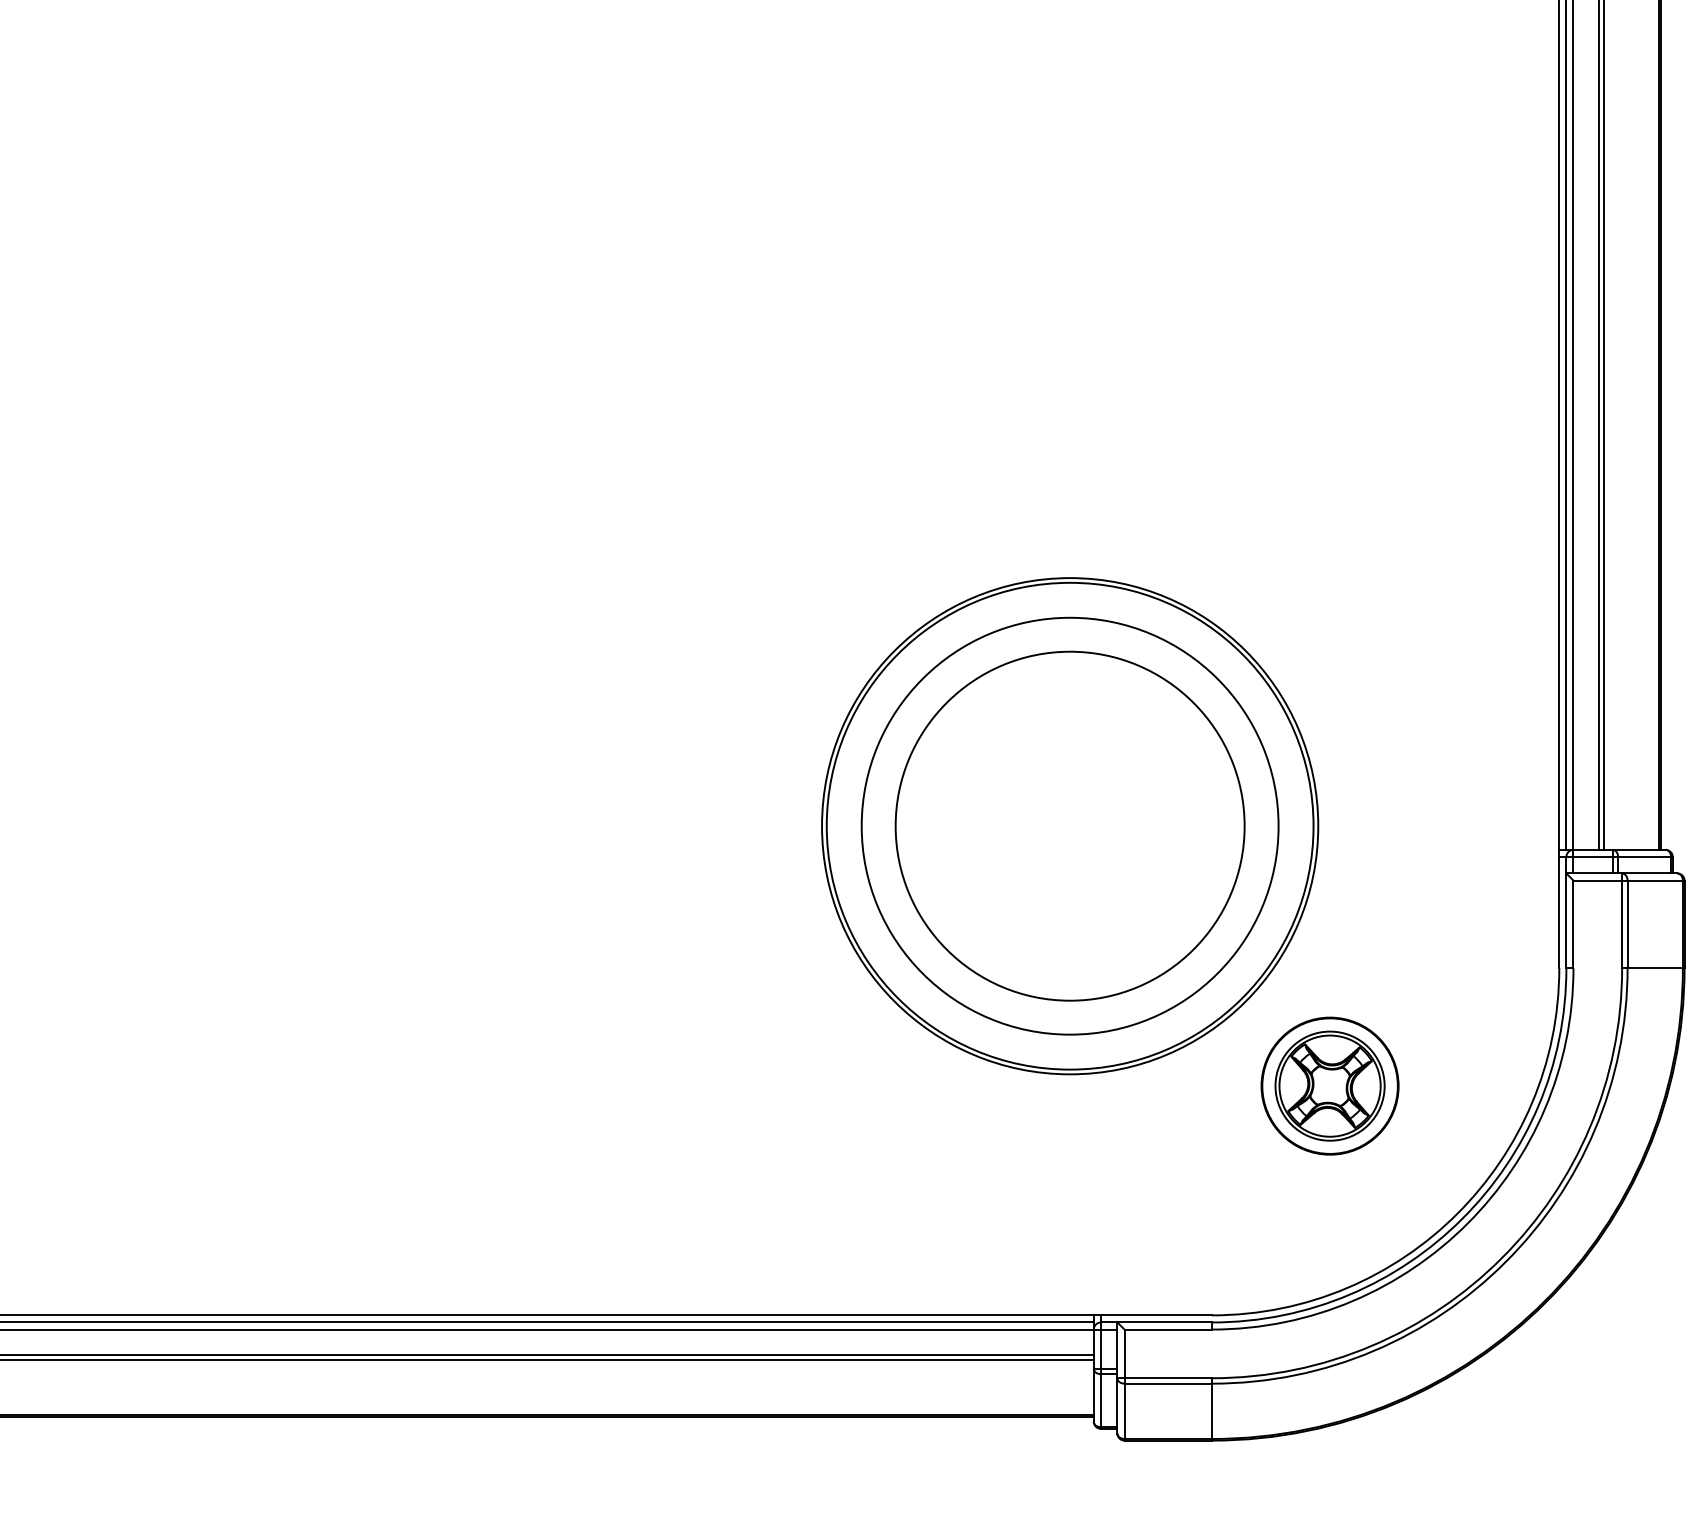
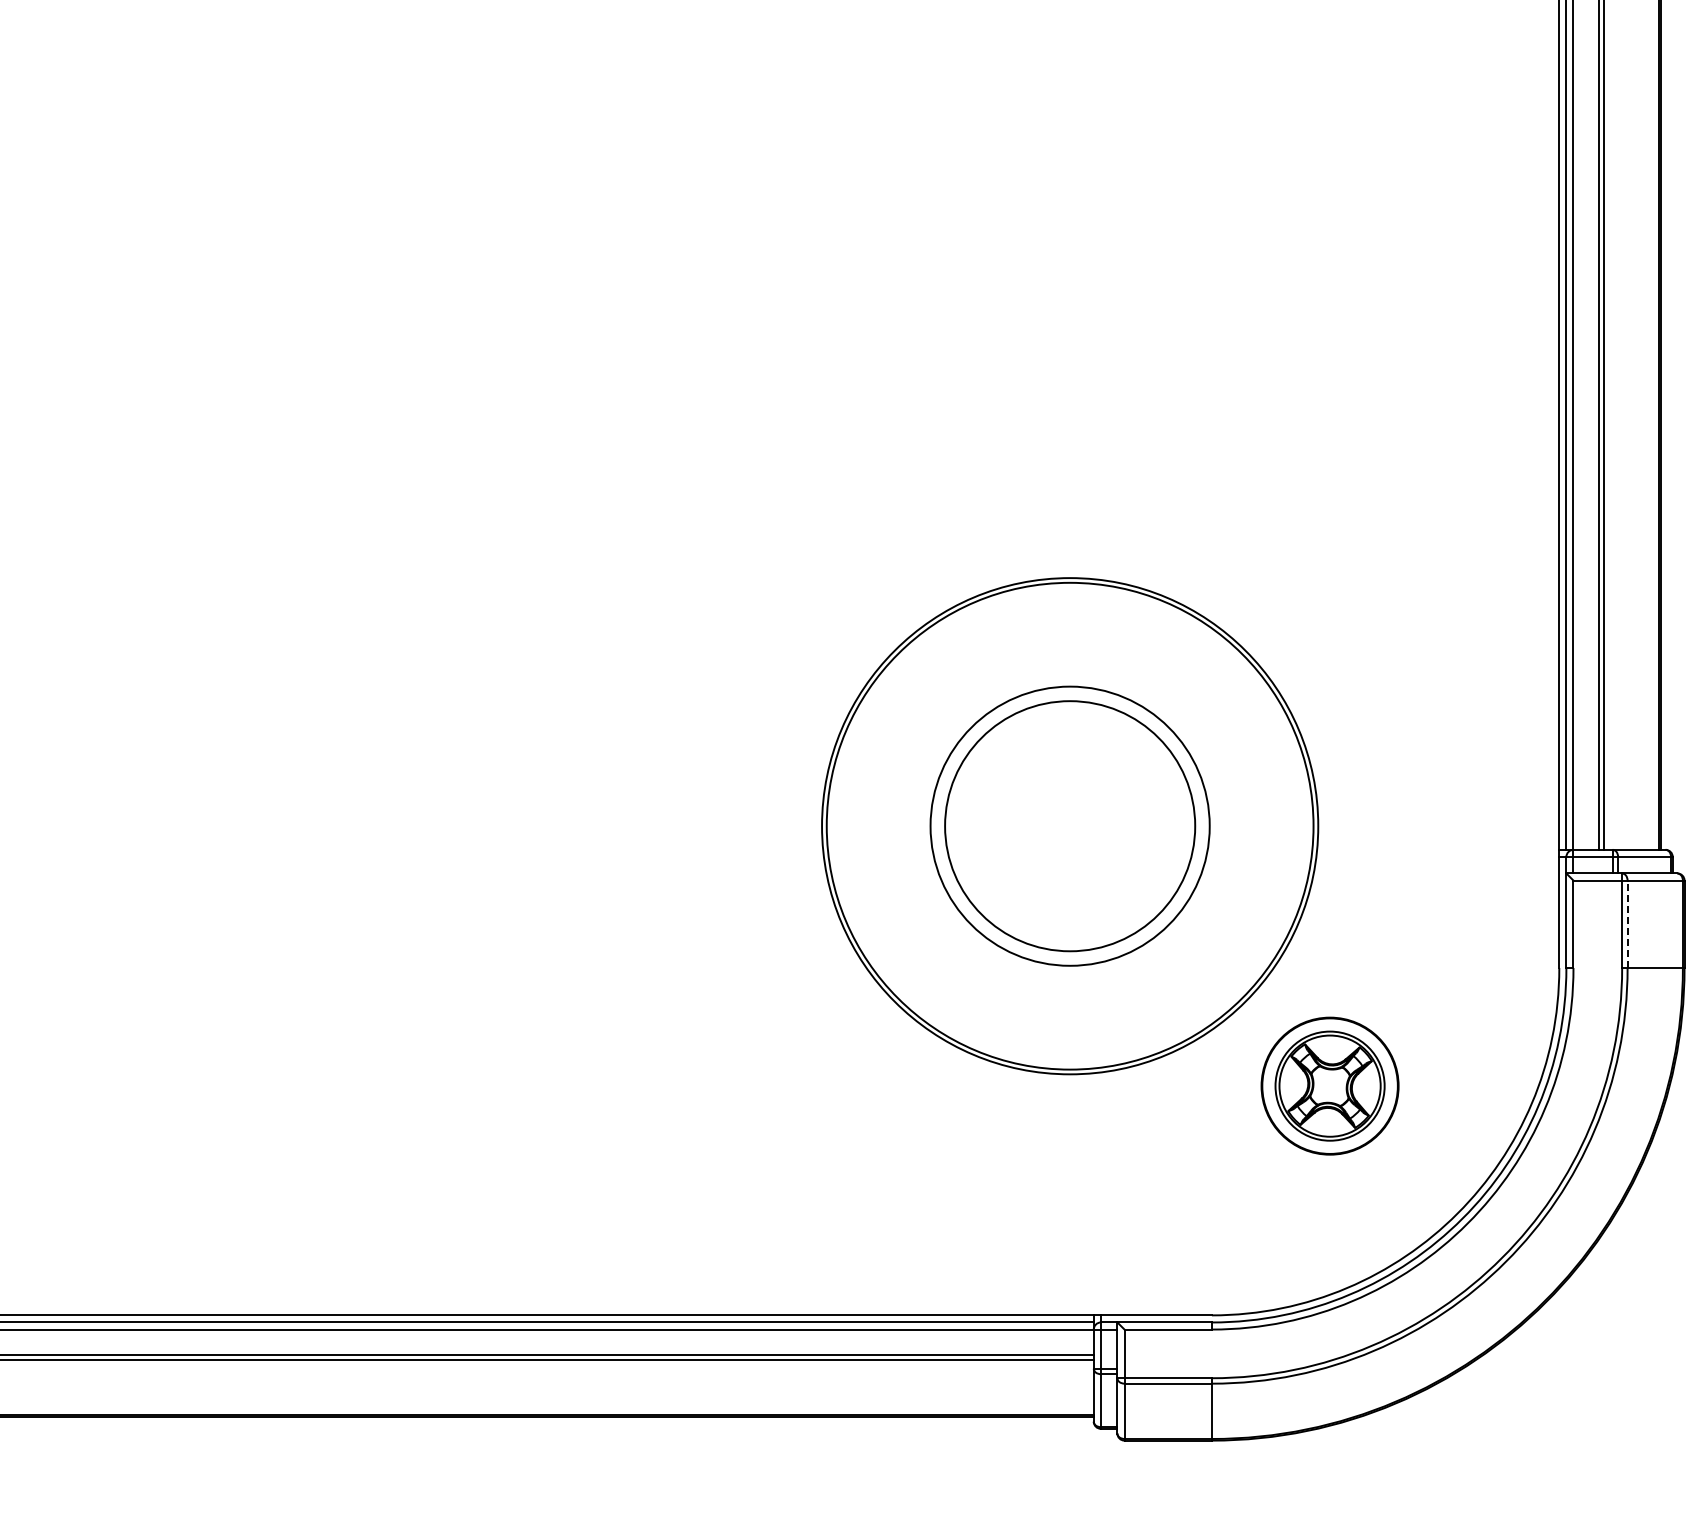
circle at (1069, 825) diameter: 349 px -> 279 px
circle at (1069, 825) diameter: 417 px -> 250 px
line at (1627, 924): solid -> dashed
